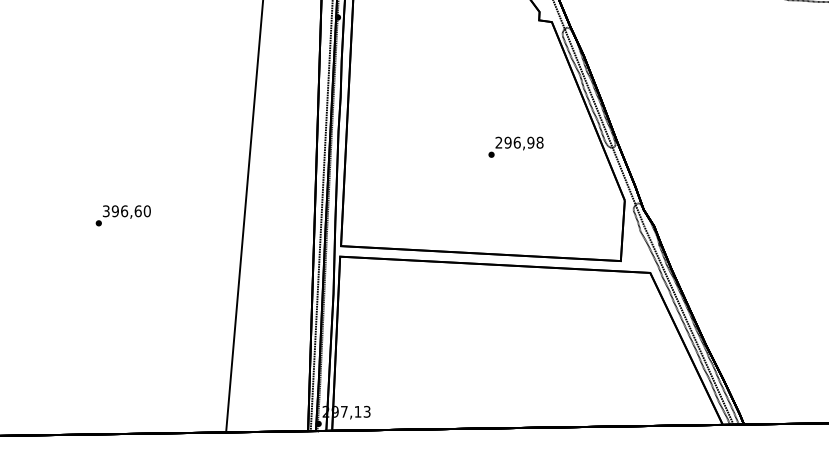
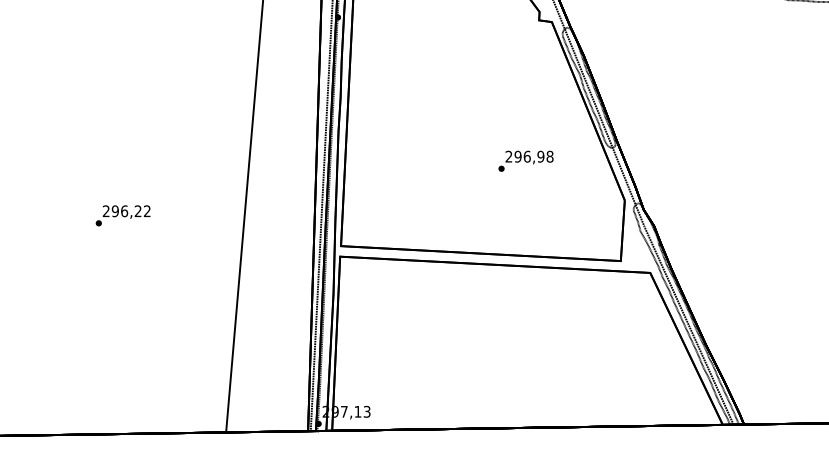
text at (515, 146) position: (515, 146) -> (525, 160)
text at (126, 211): 396,60 -> 296,22
